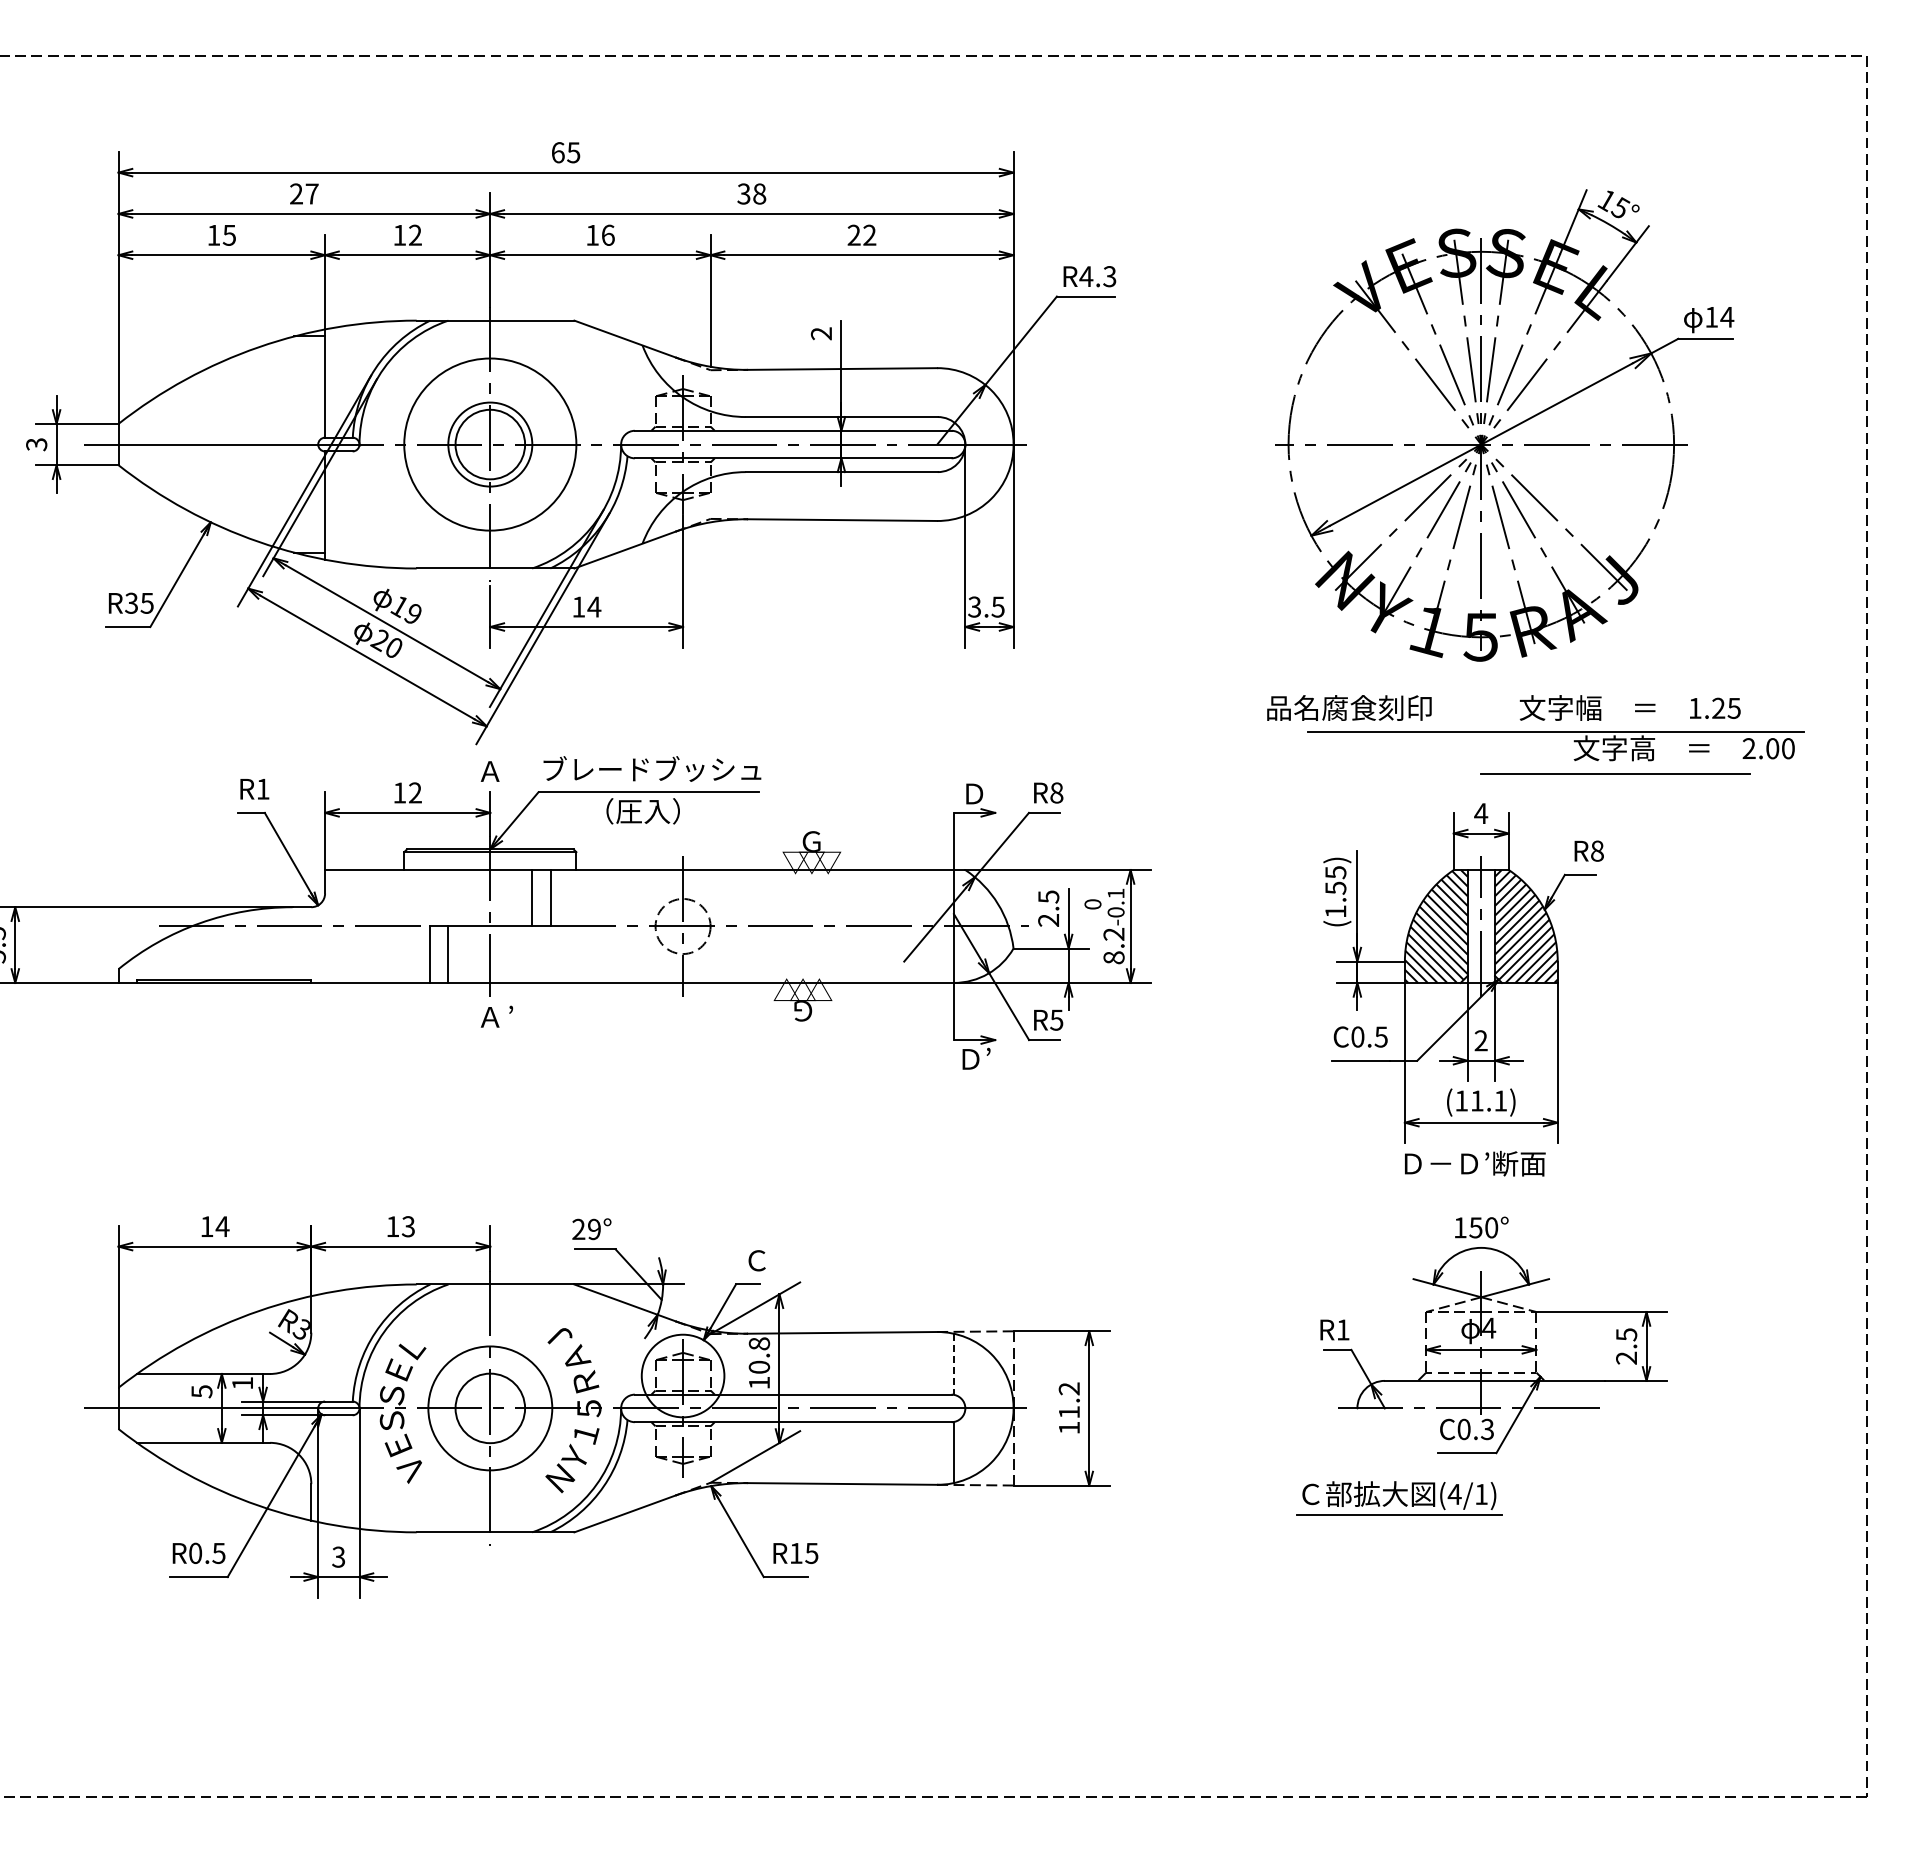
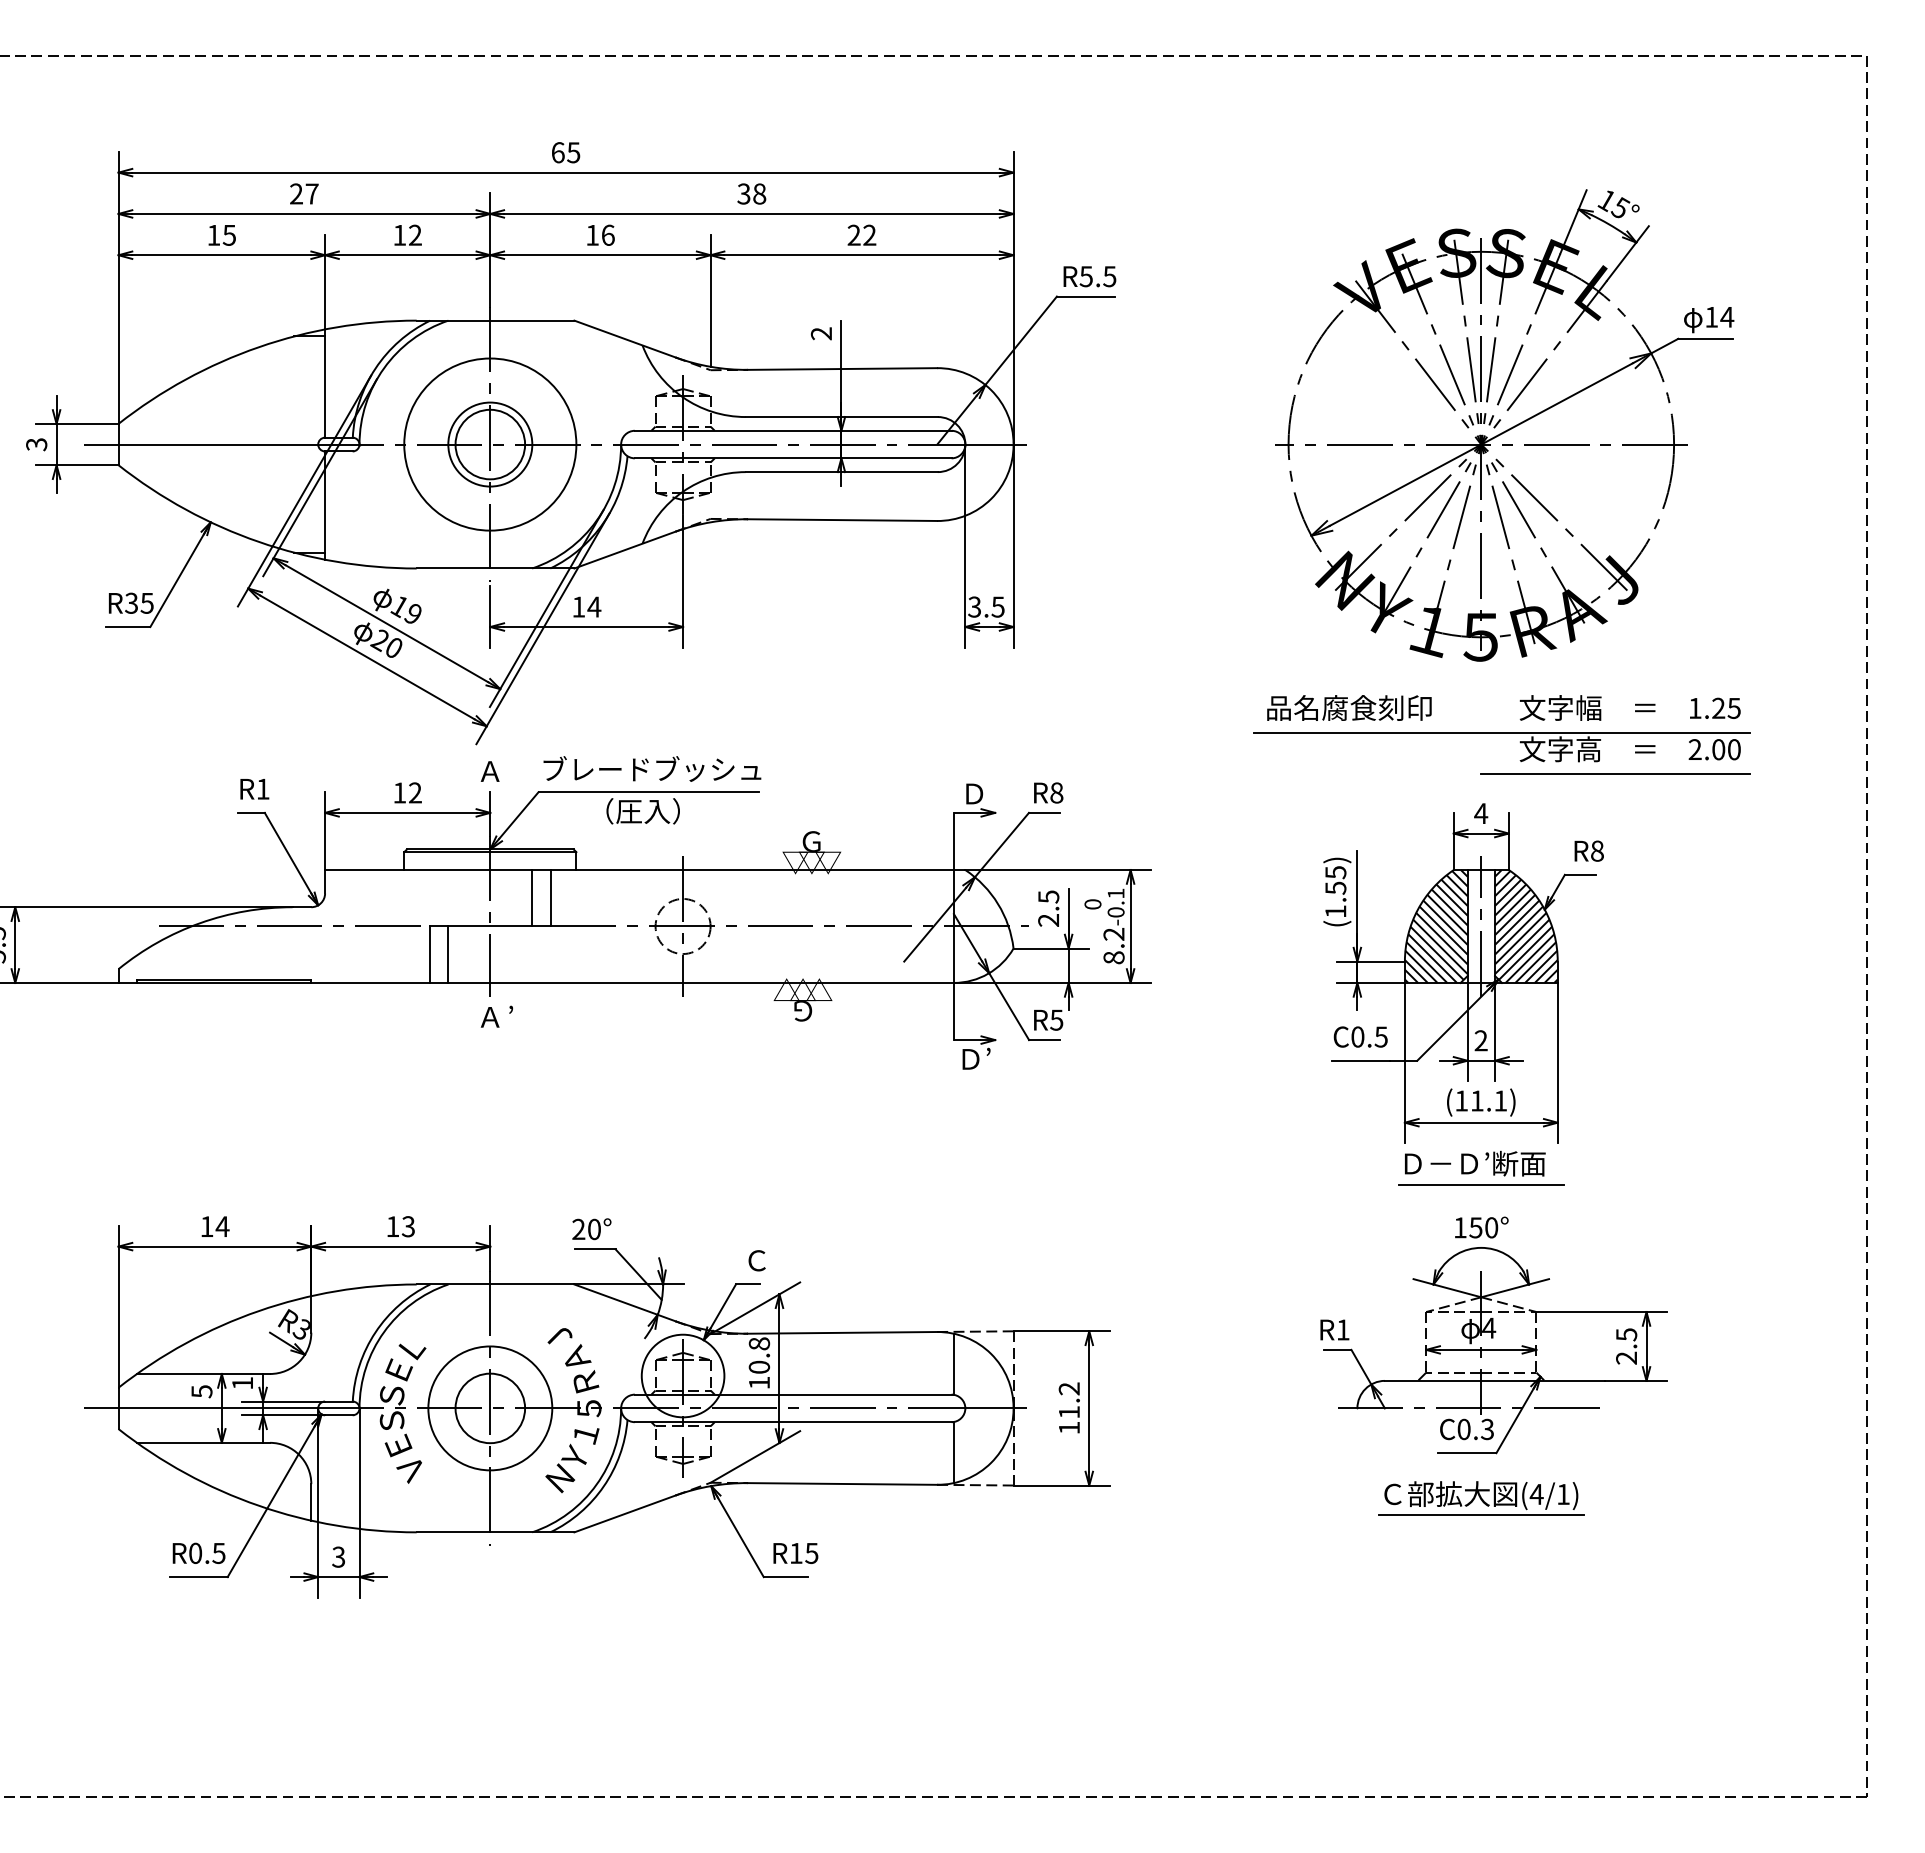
text at (1097, 276): R4.3 -> R5.5
part at (1555, 732) position: (1555, 732) -> (1501, 733)
line at (1481, 1184): none -> present
text at (594, 1229): 29° -> 20°
line at (953, 1364): dashed -> solid
part at (1399, 1498) position: (1399, 1498) -> (1481, 1498)
